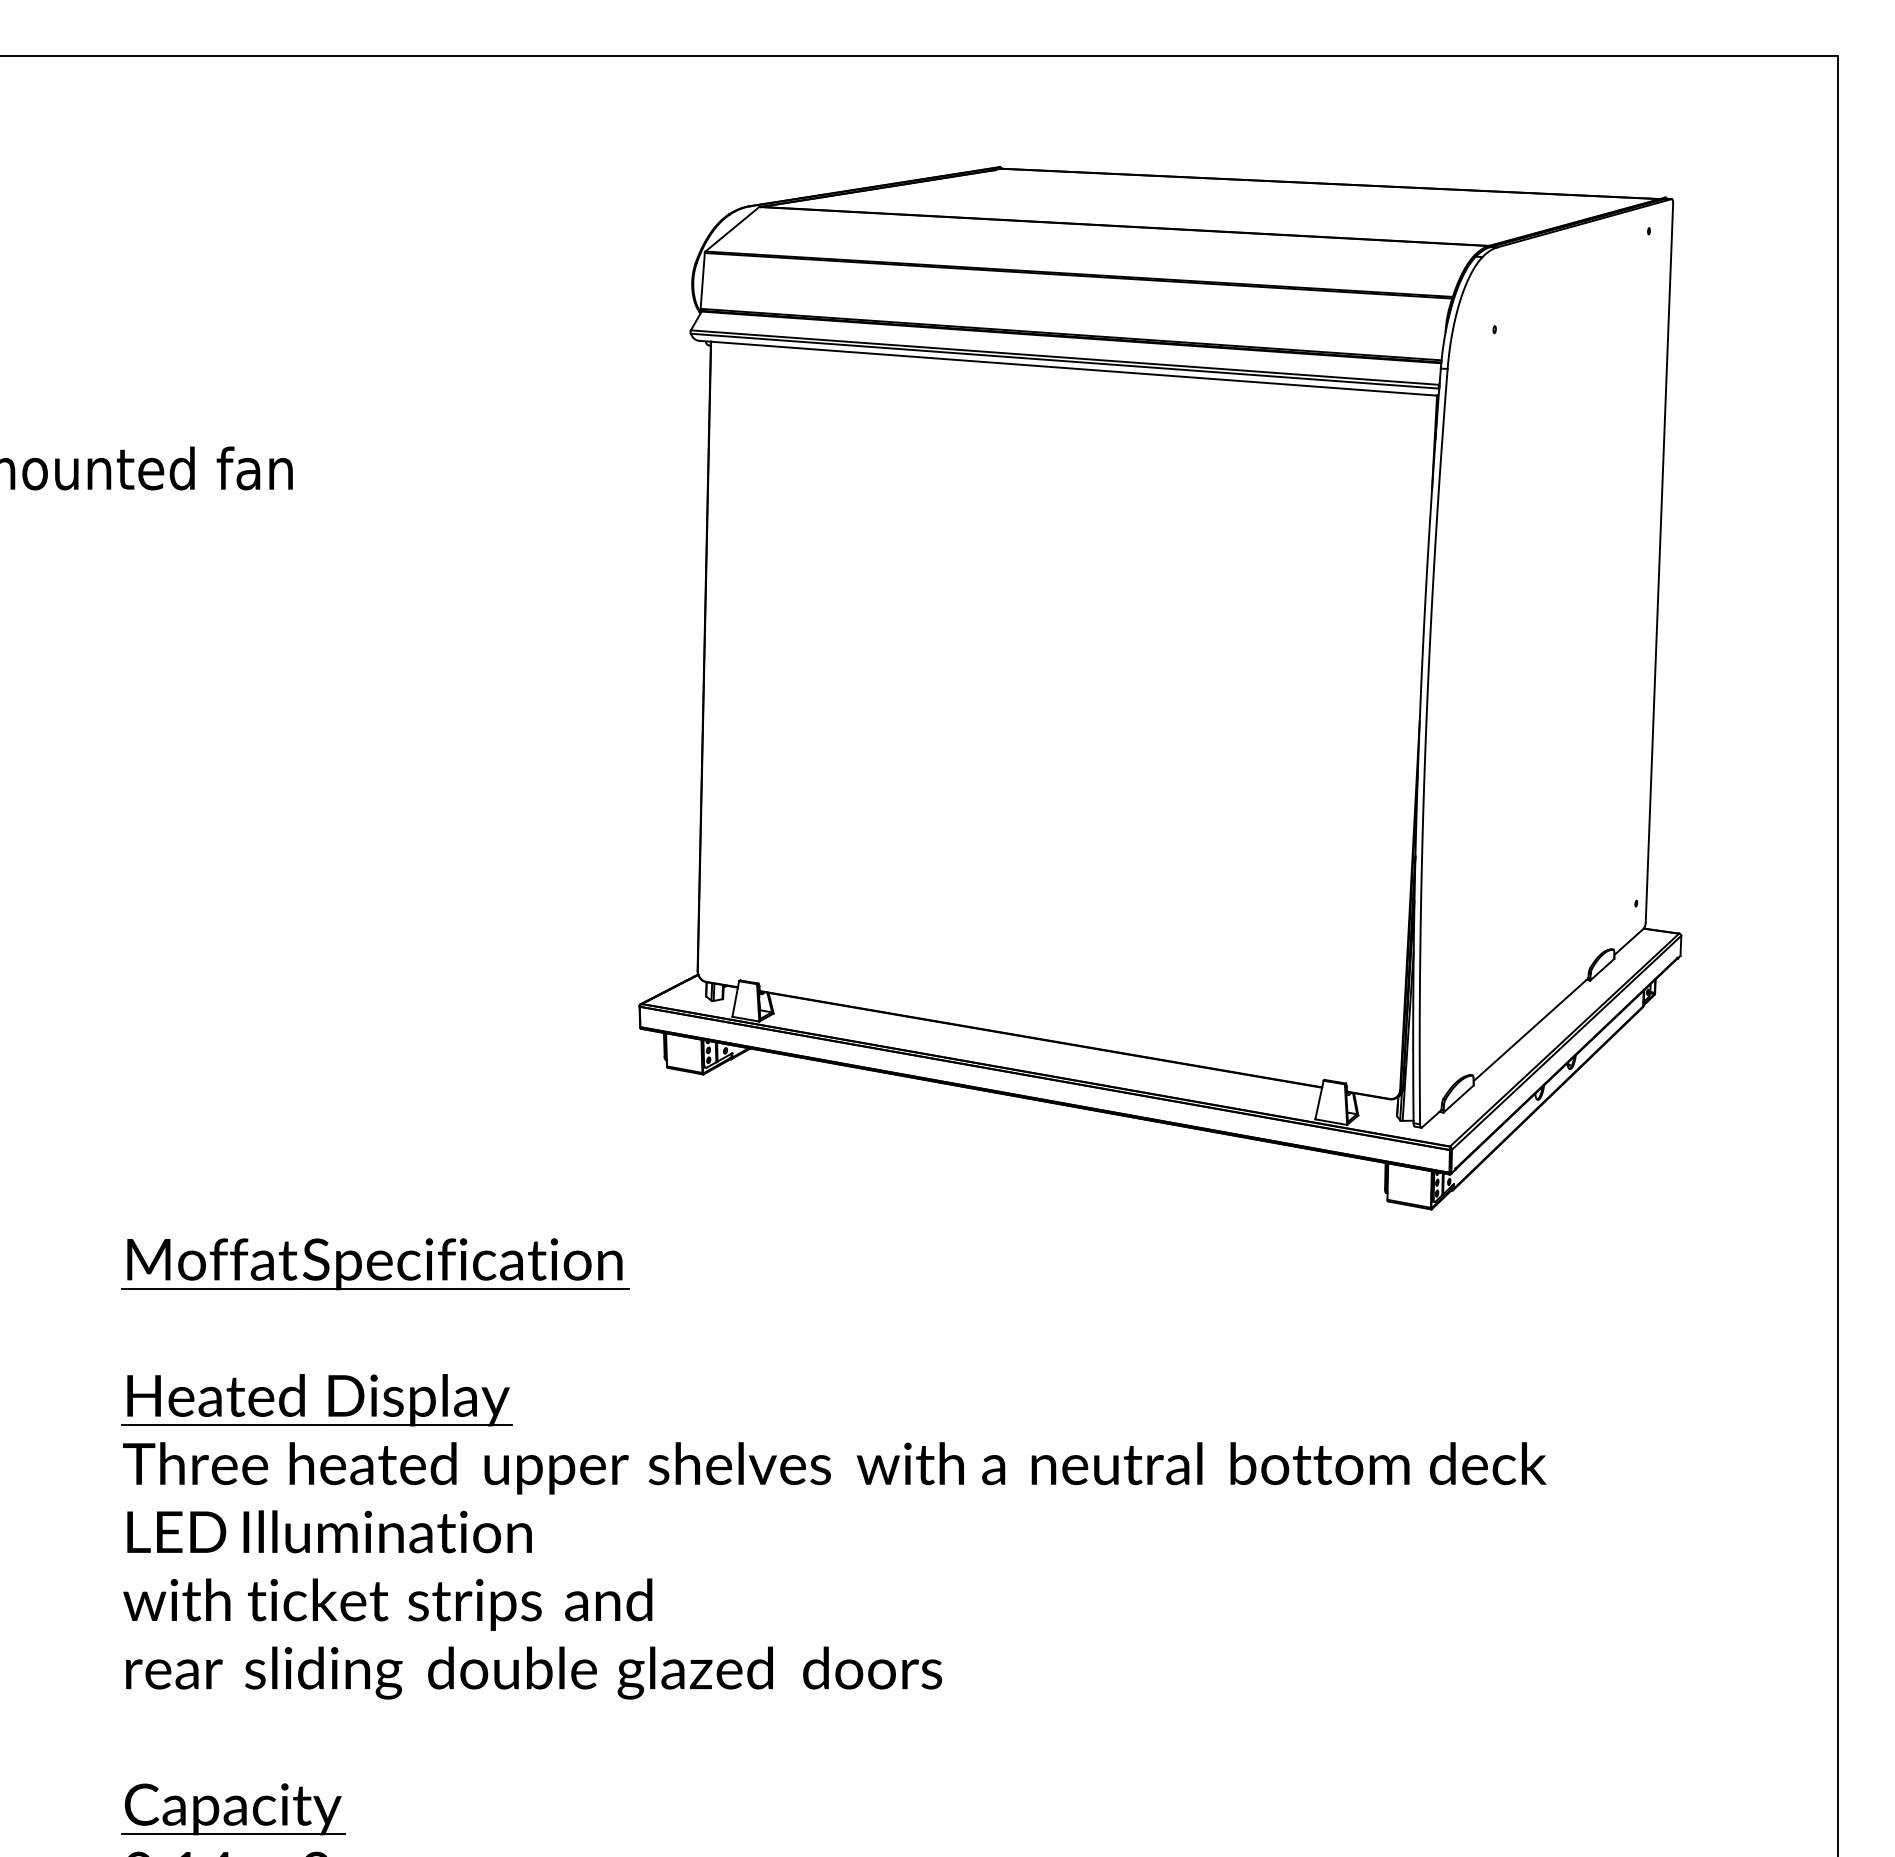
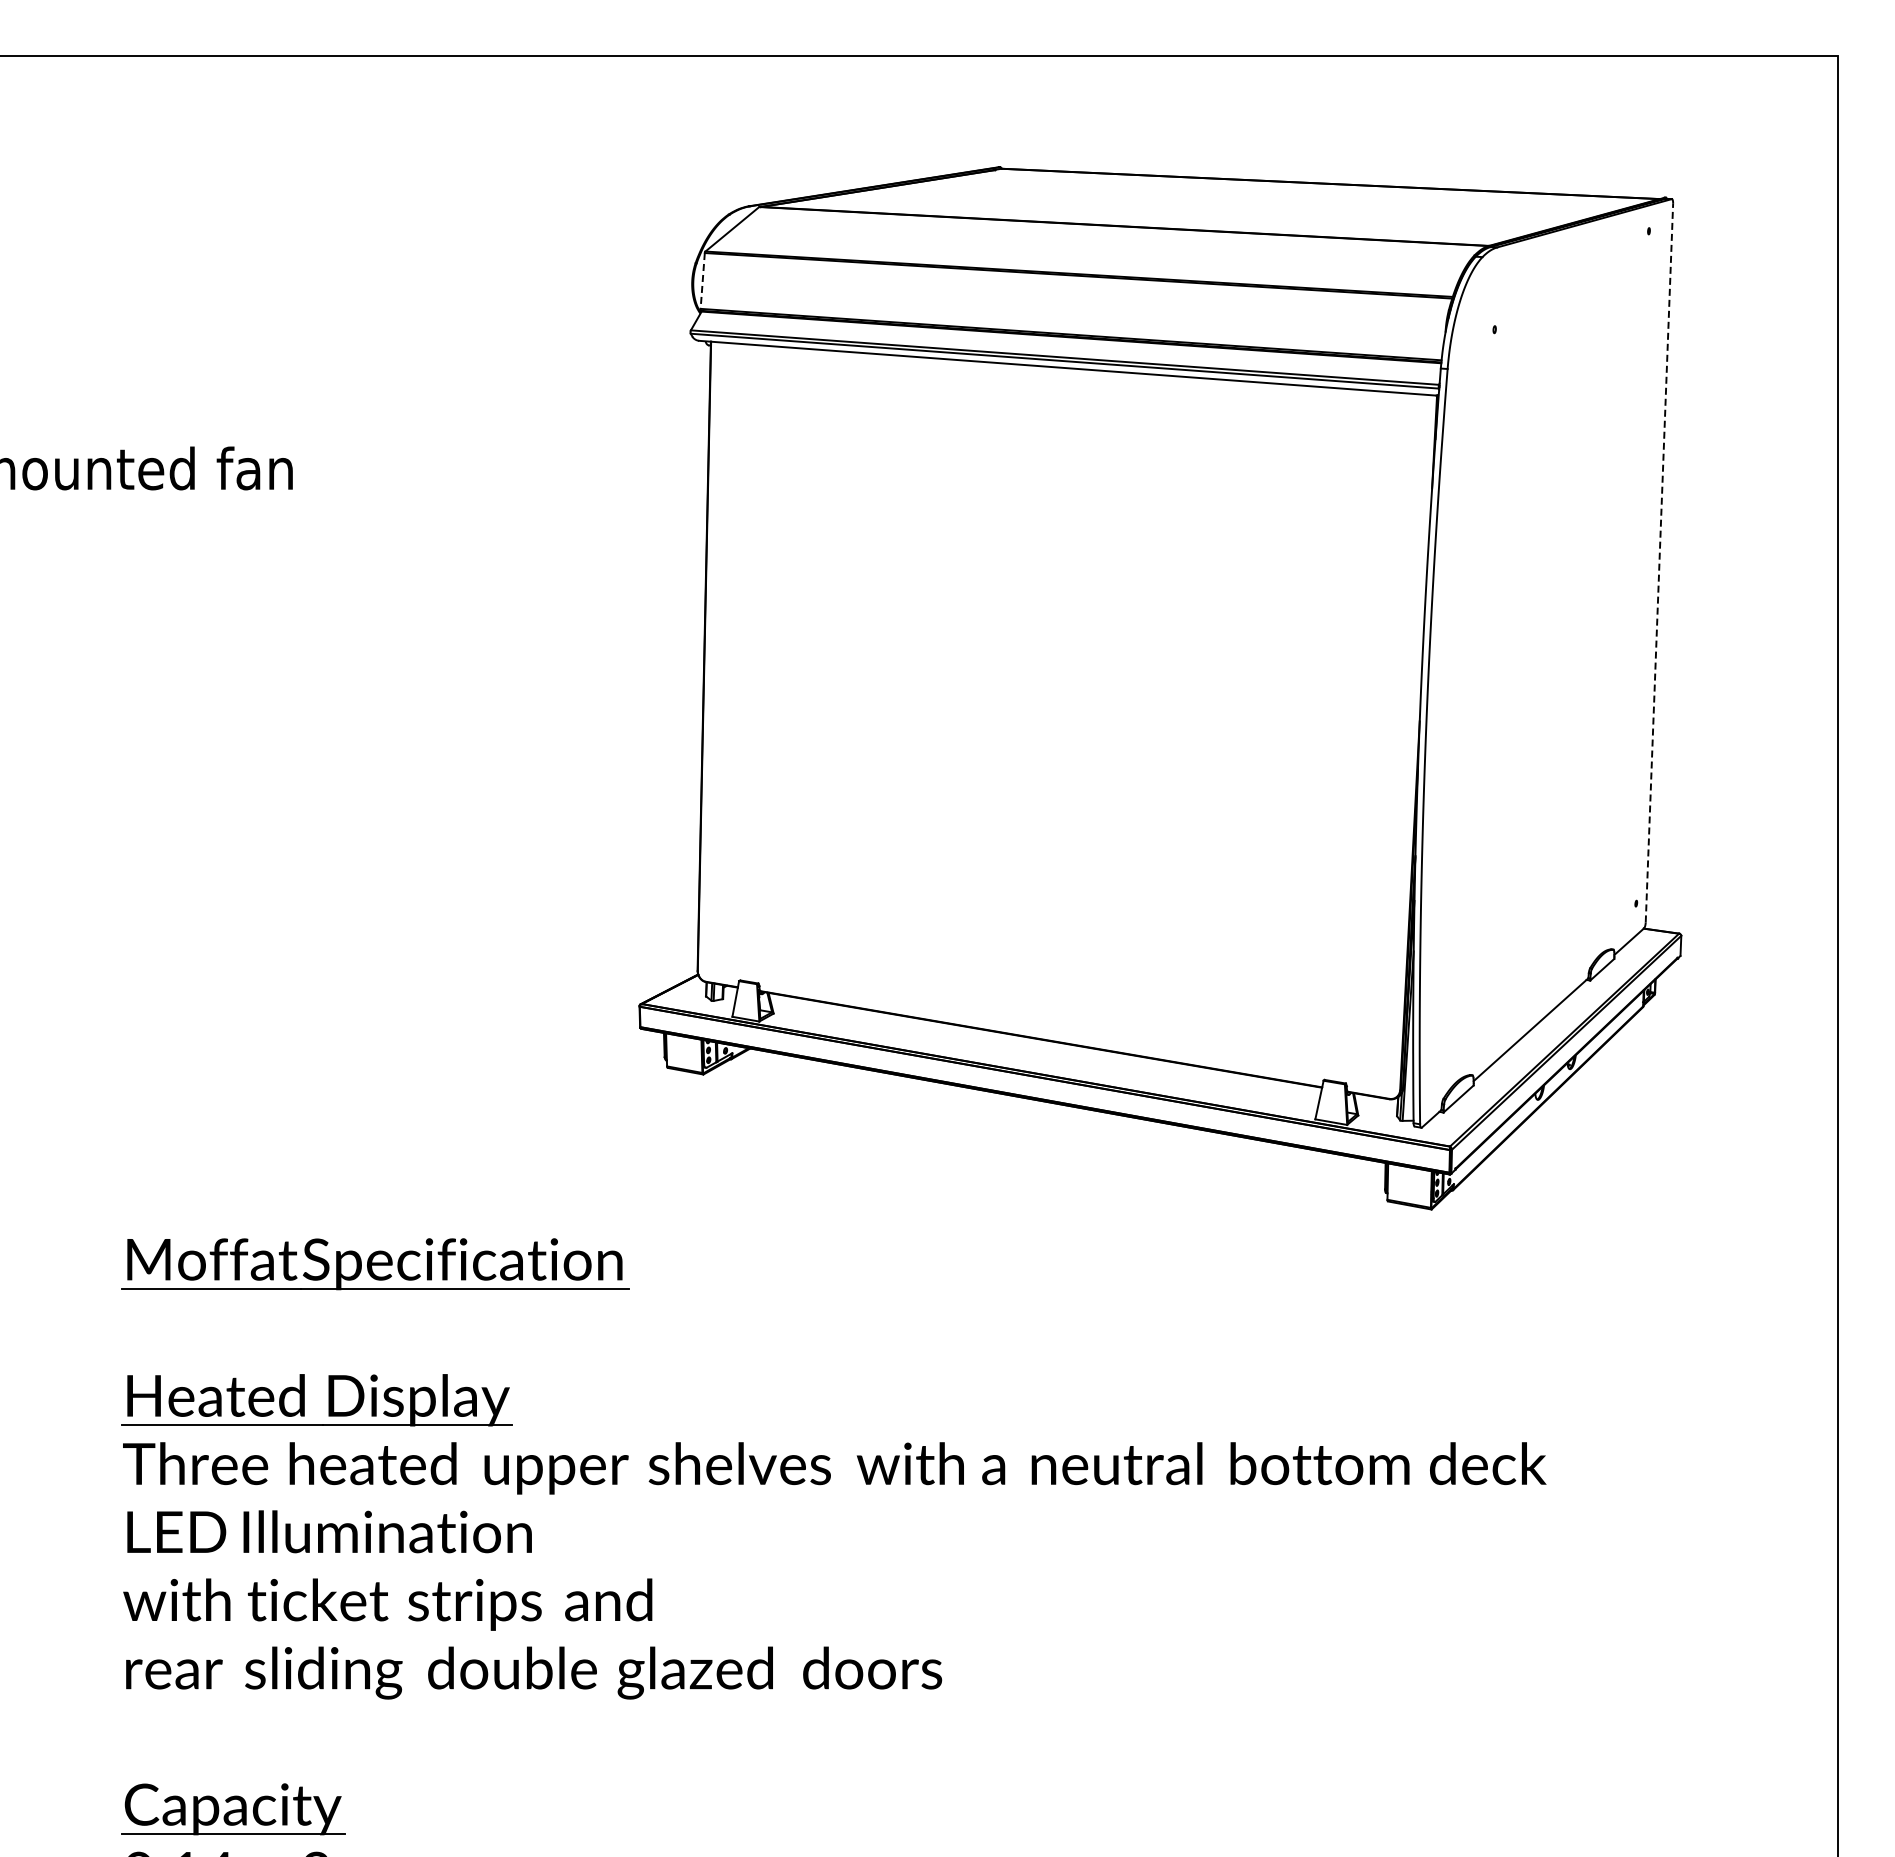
line at (702, 280): solid -> dashed
line at (1659, 563): solid -> dashed
